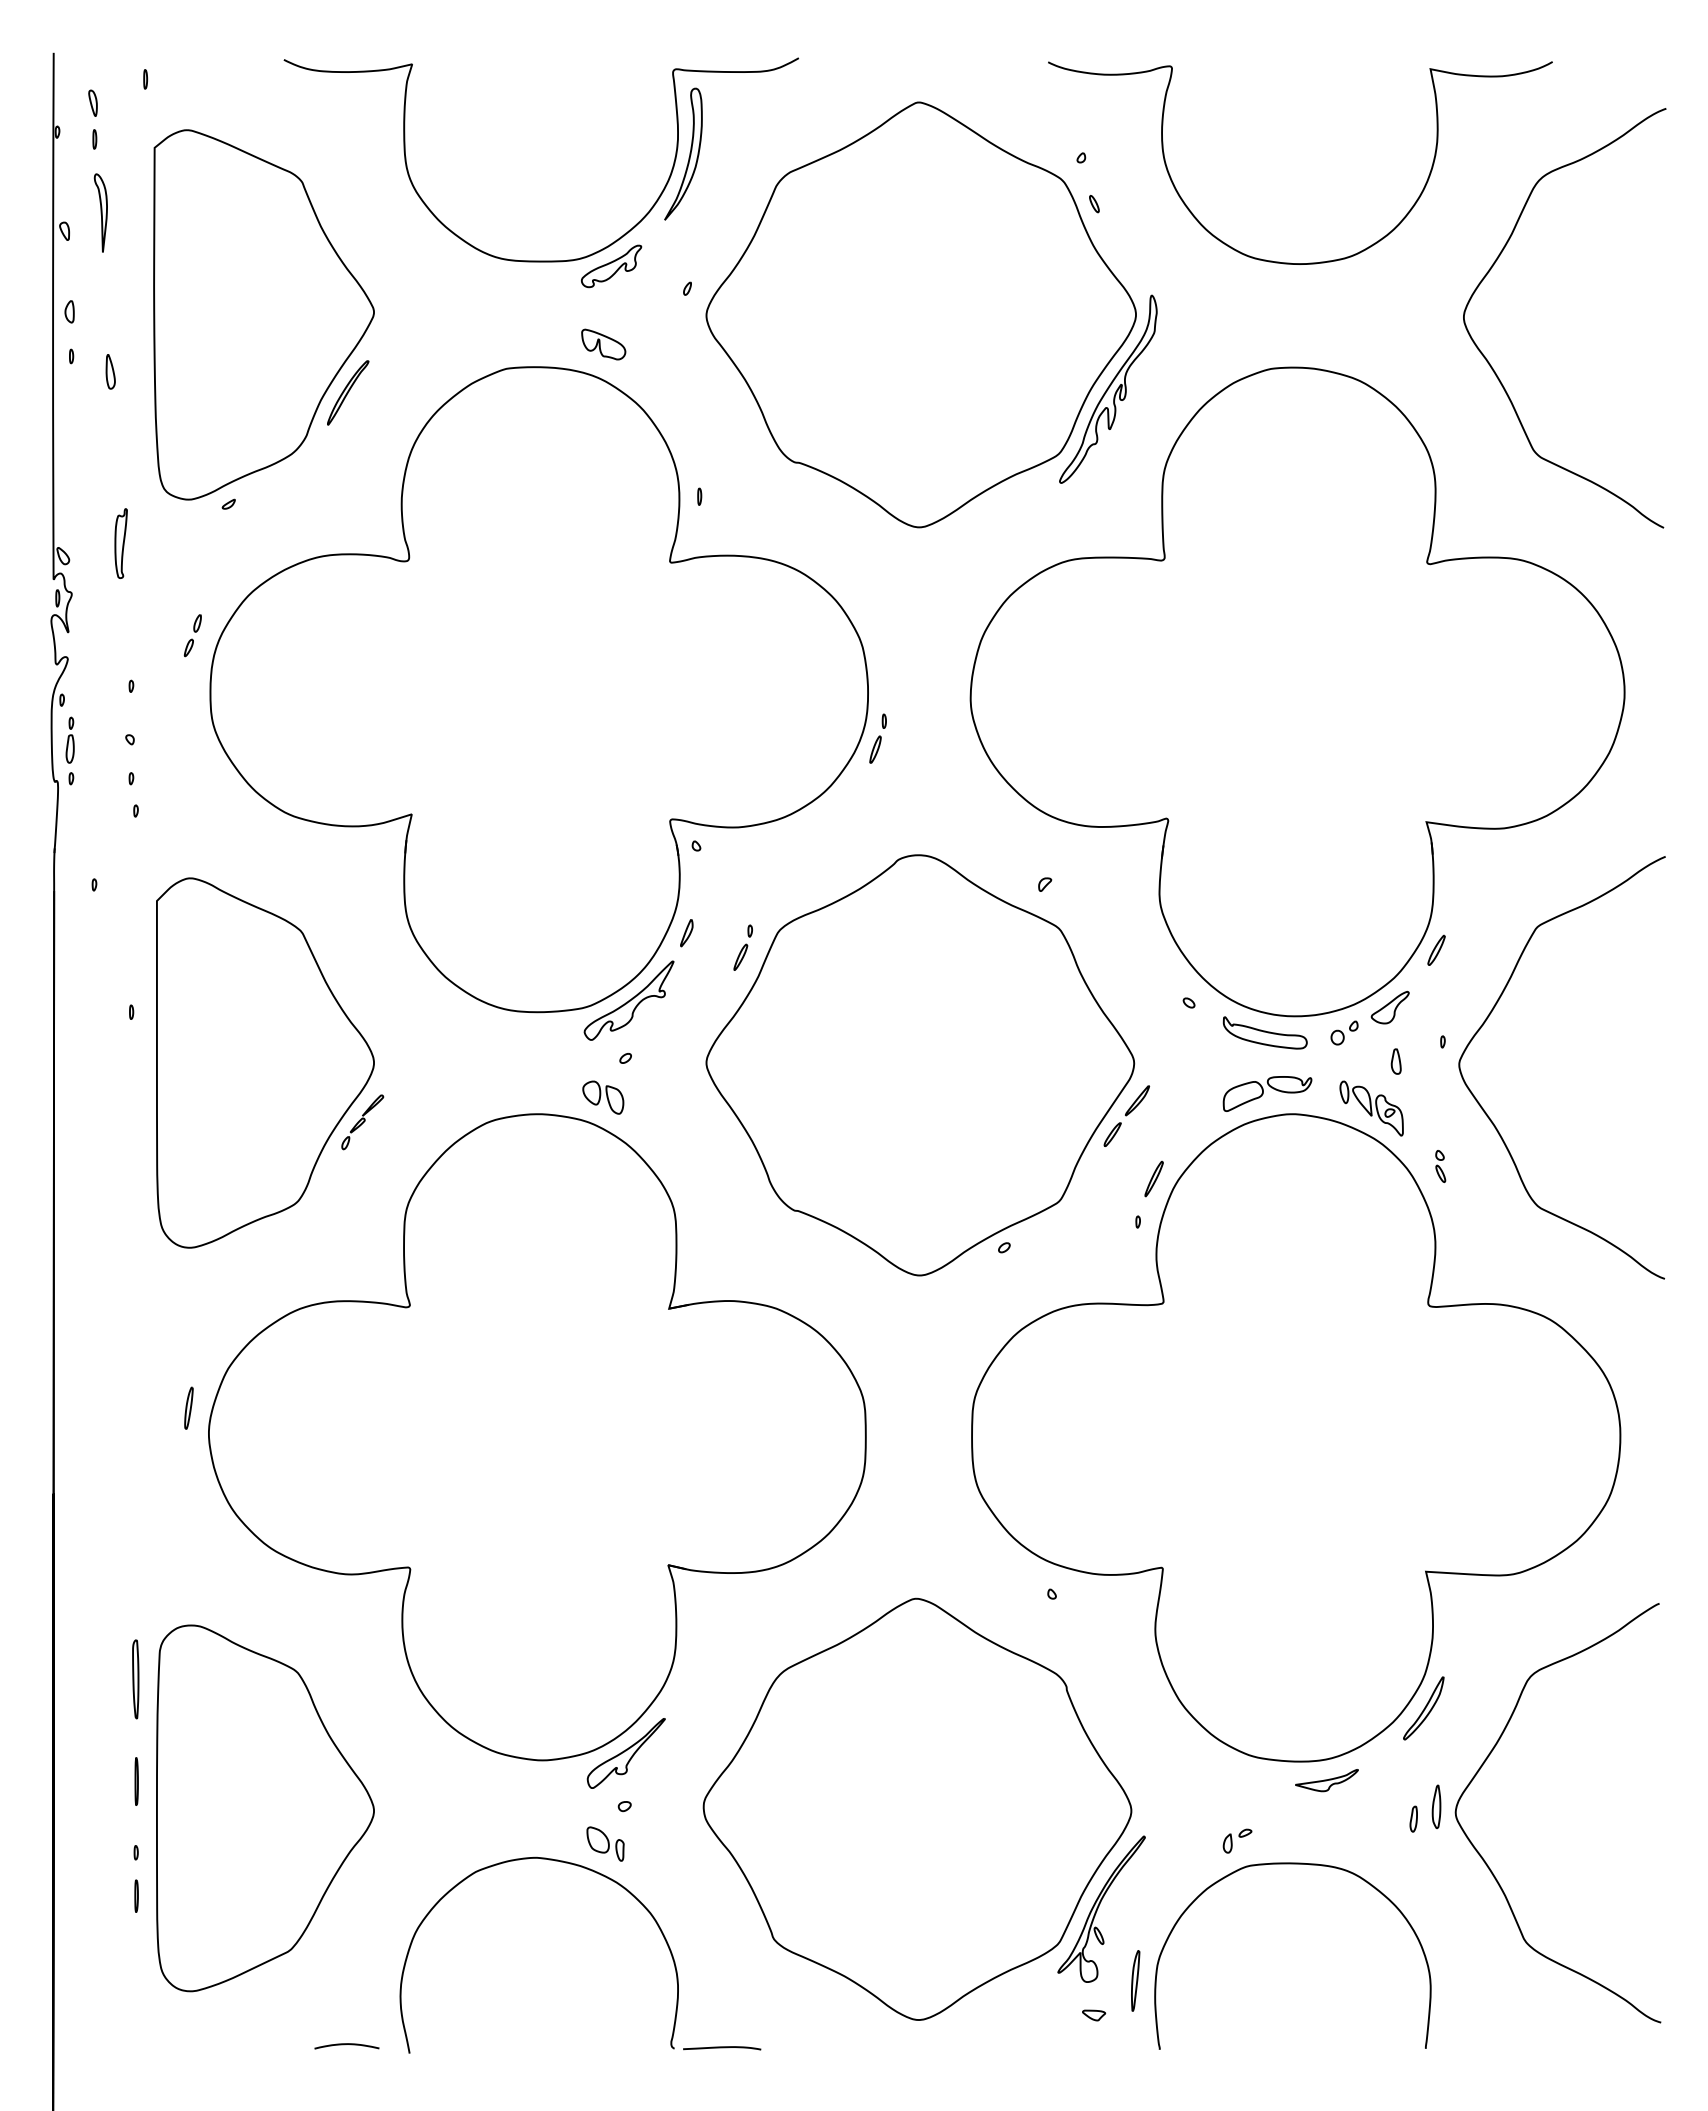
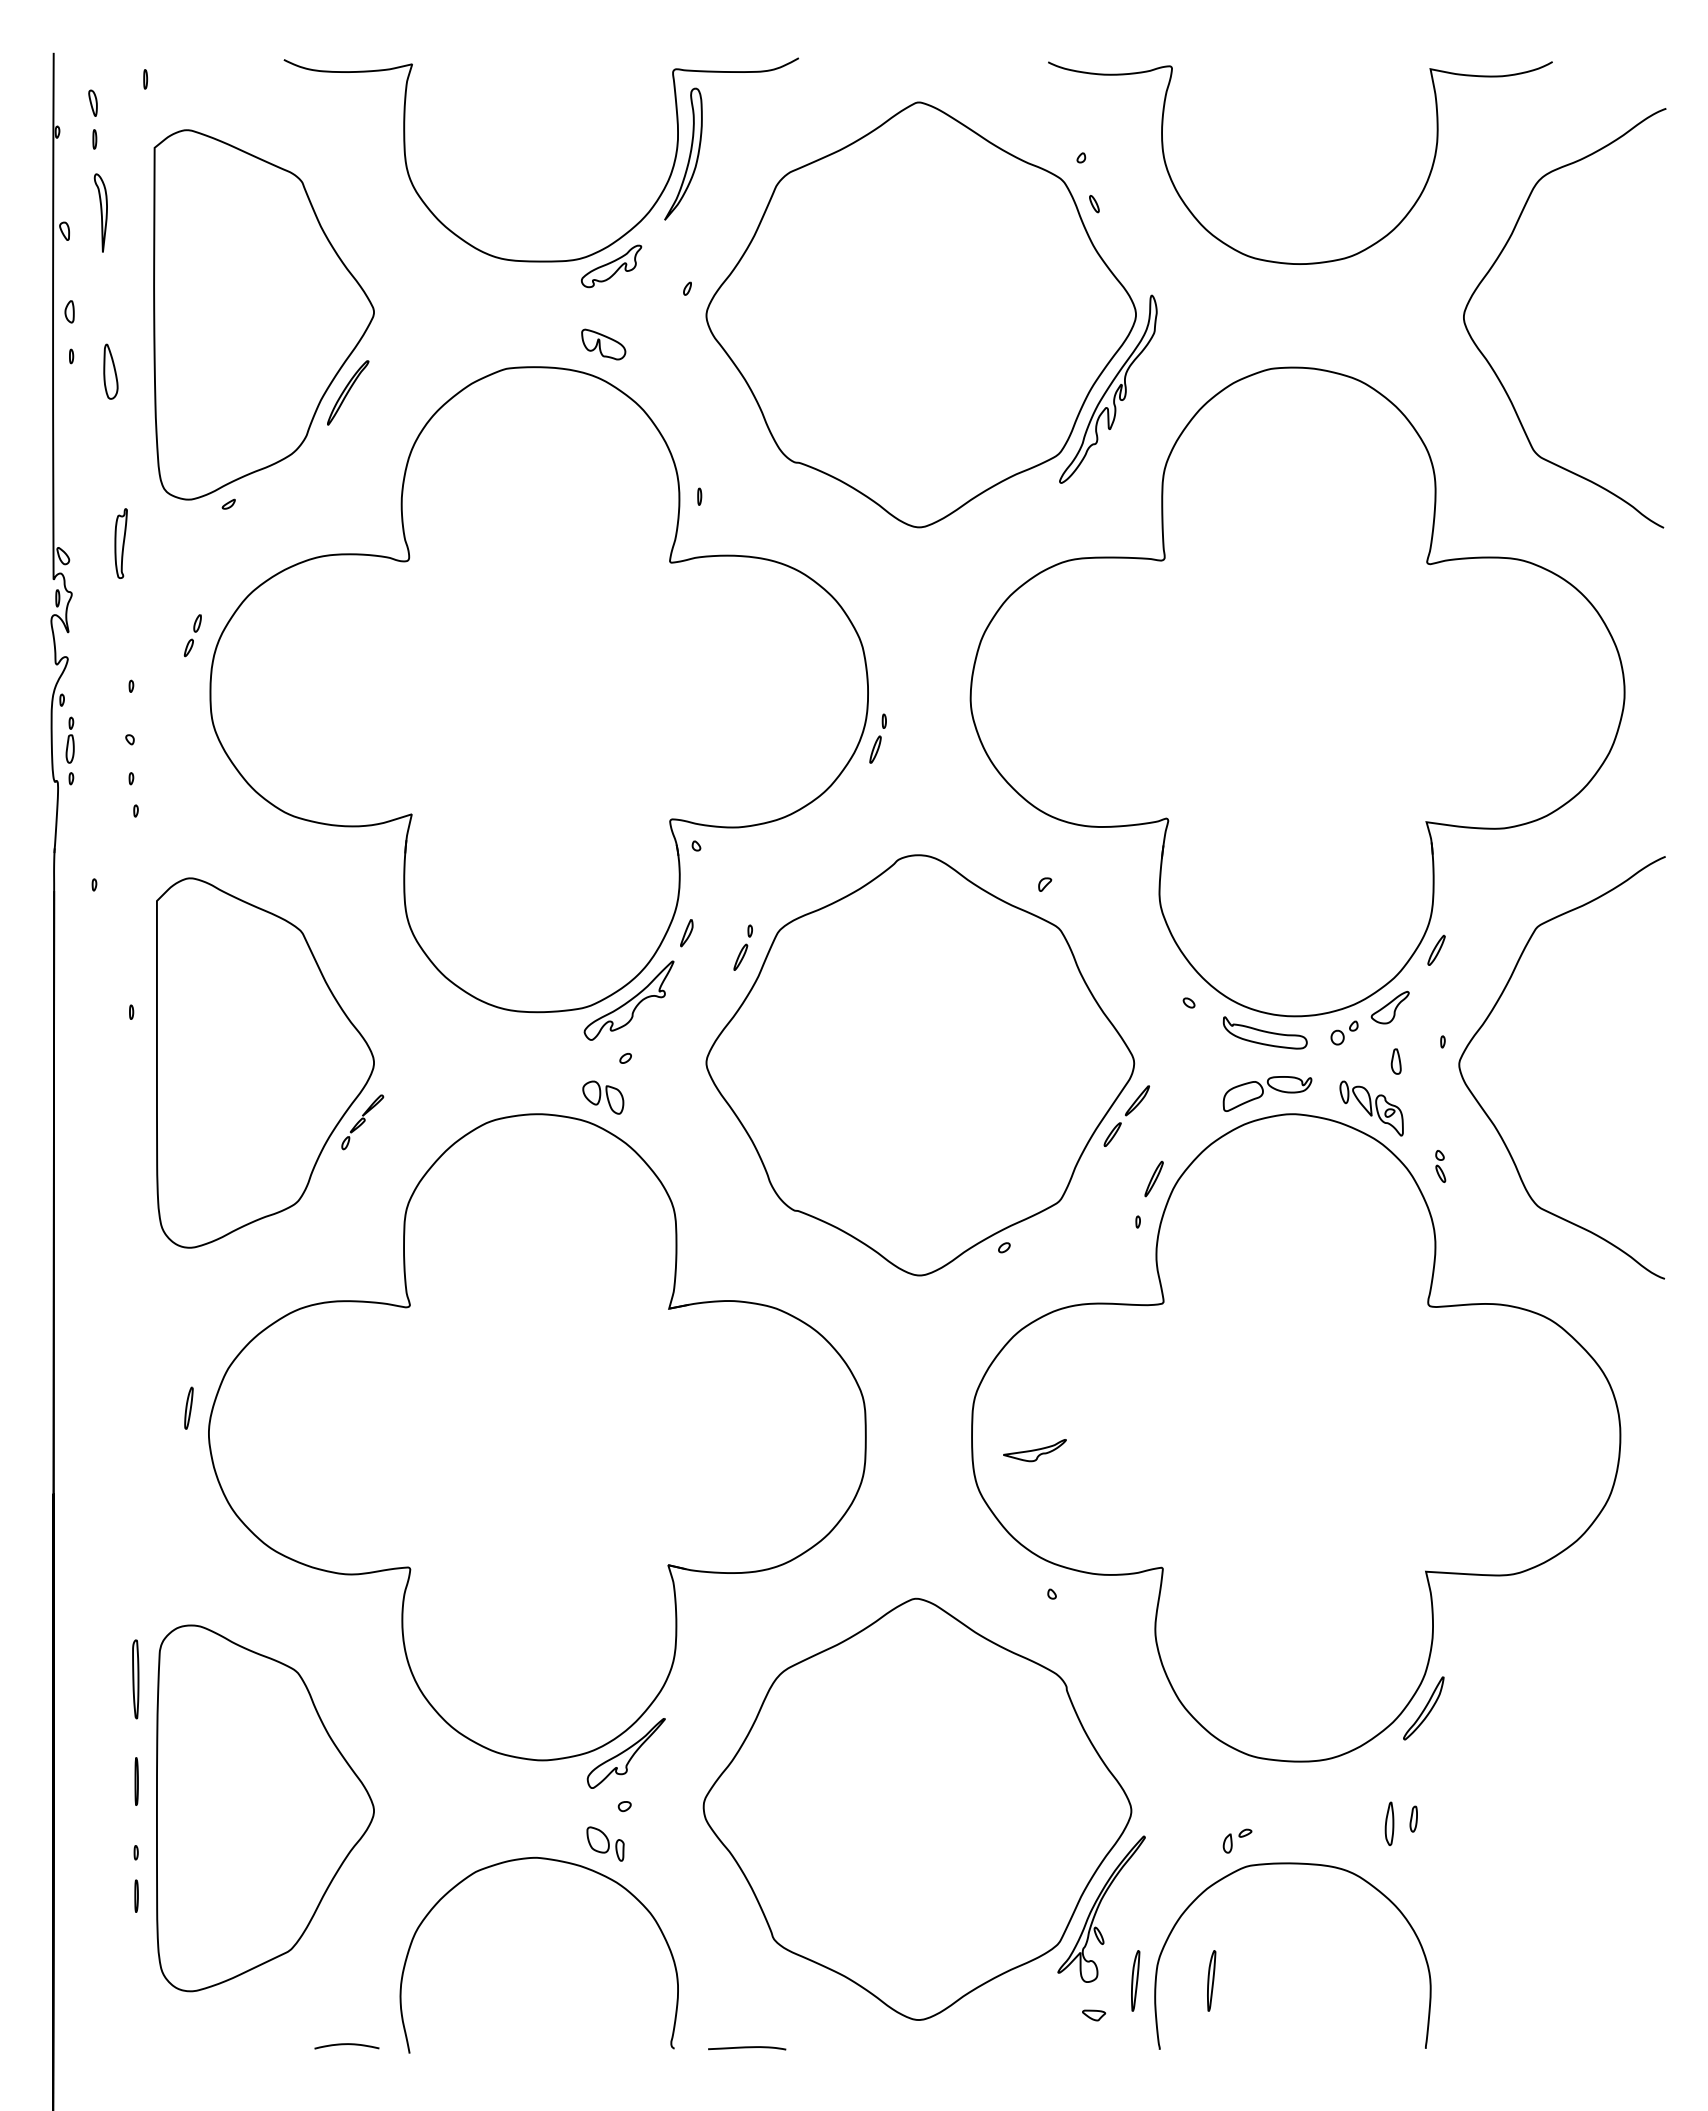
part at (110, 371) size: 11x36 px -> 16x57 px
part at (1326, 1780) position: (1326, 1780) -> (1034, 1450)
part at (1436, 1806) position: (1436, 1806) -> (1389, 1823)
curve at (1487, 1863): present -> none
part at (1211, 1980): none -> present
curve at (722, 2048) position: (722, 2048) -> (747, 2048)
